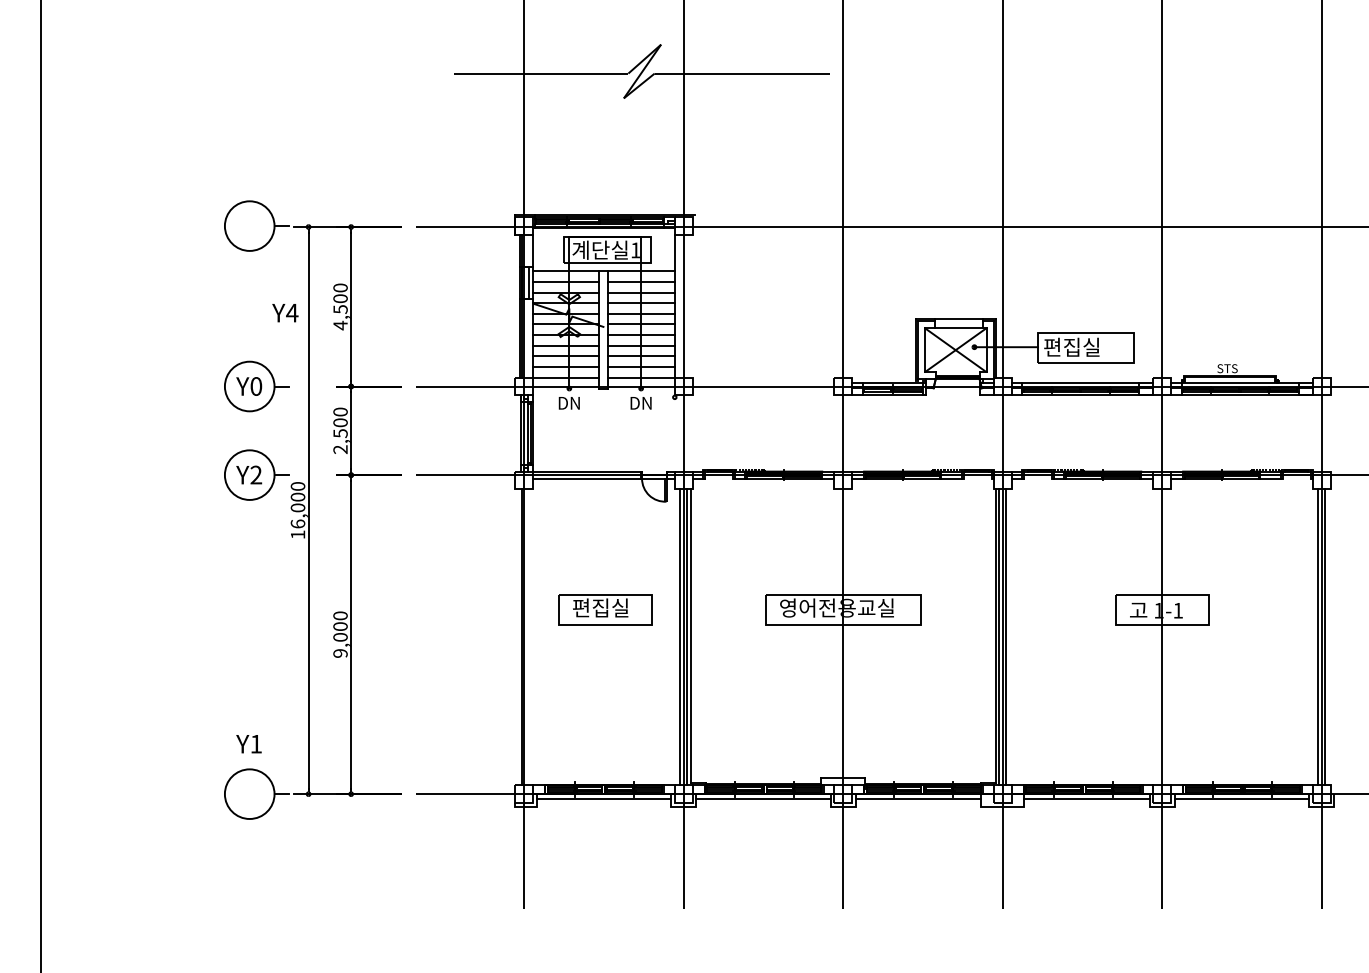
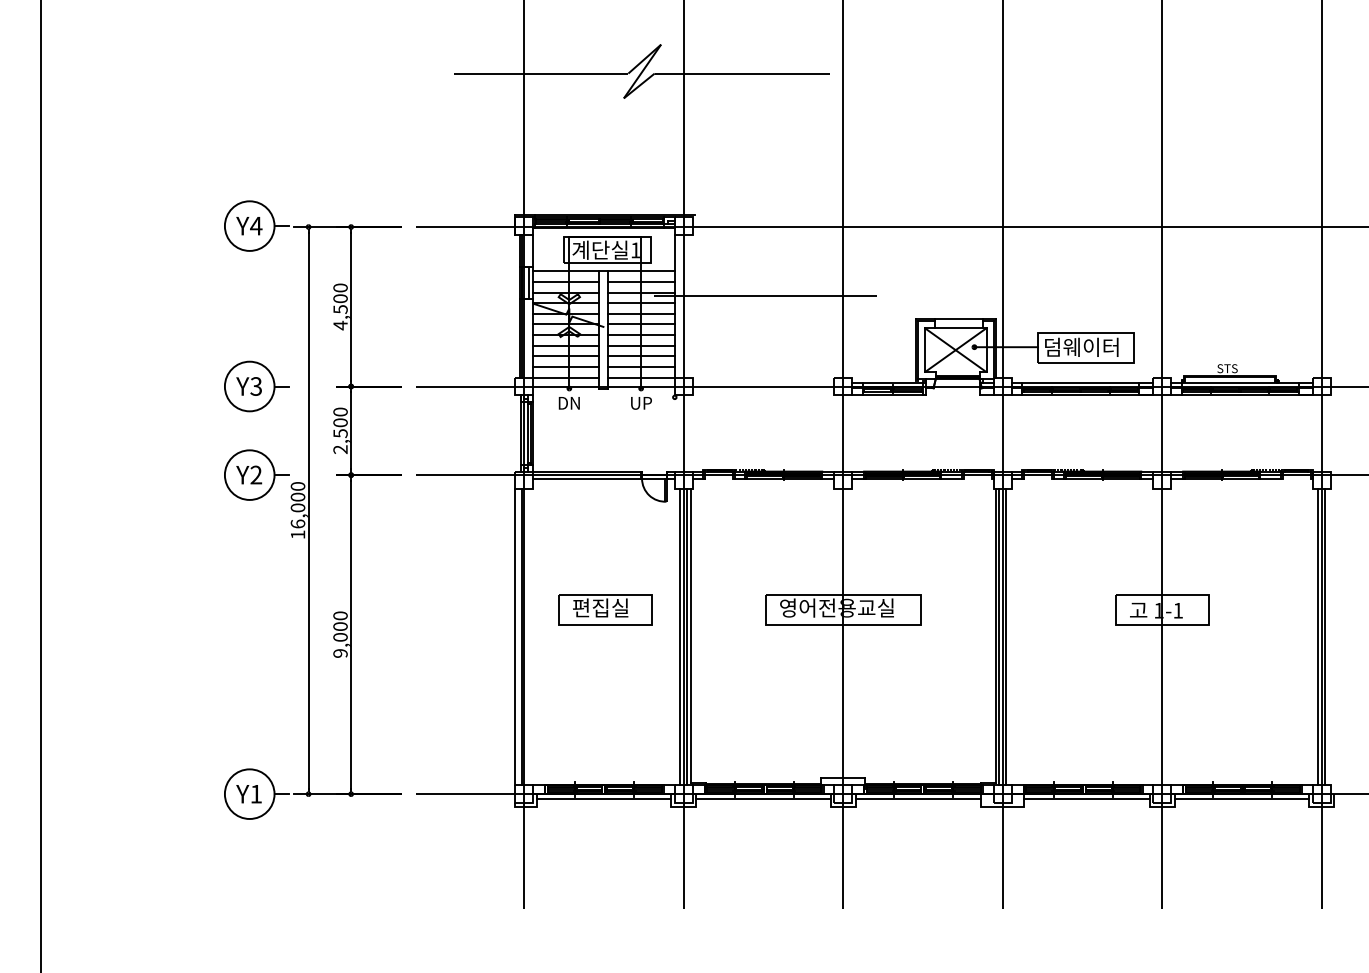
line at (764, 296): none -> present
text at (285, 313) position: (285, 313) -> (249, 226)
text at (1081, 346): 편집실 -> 덤웨이터
text at (256, 386): Y0 -> Y3
text at (640, 403): DN -> UP
line at (515, 637): none -> present
text at (248, 744) position: (248, 744) -> (248, 794)
